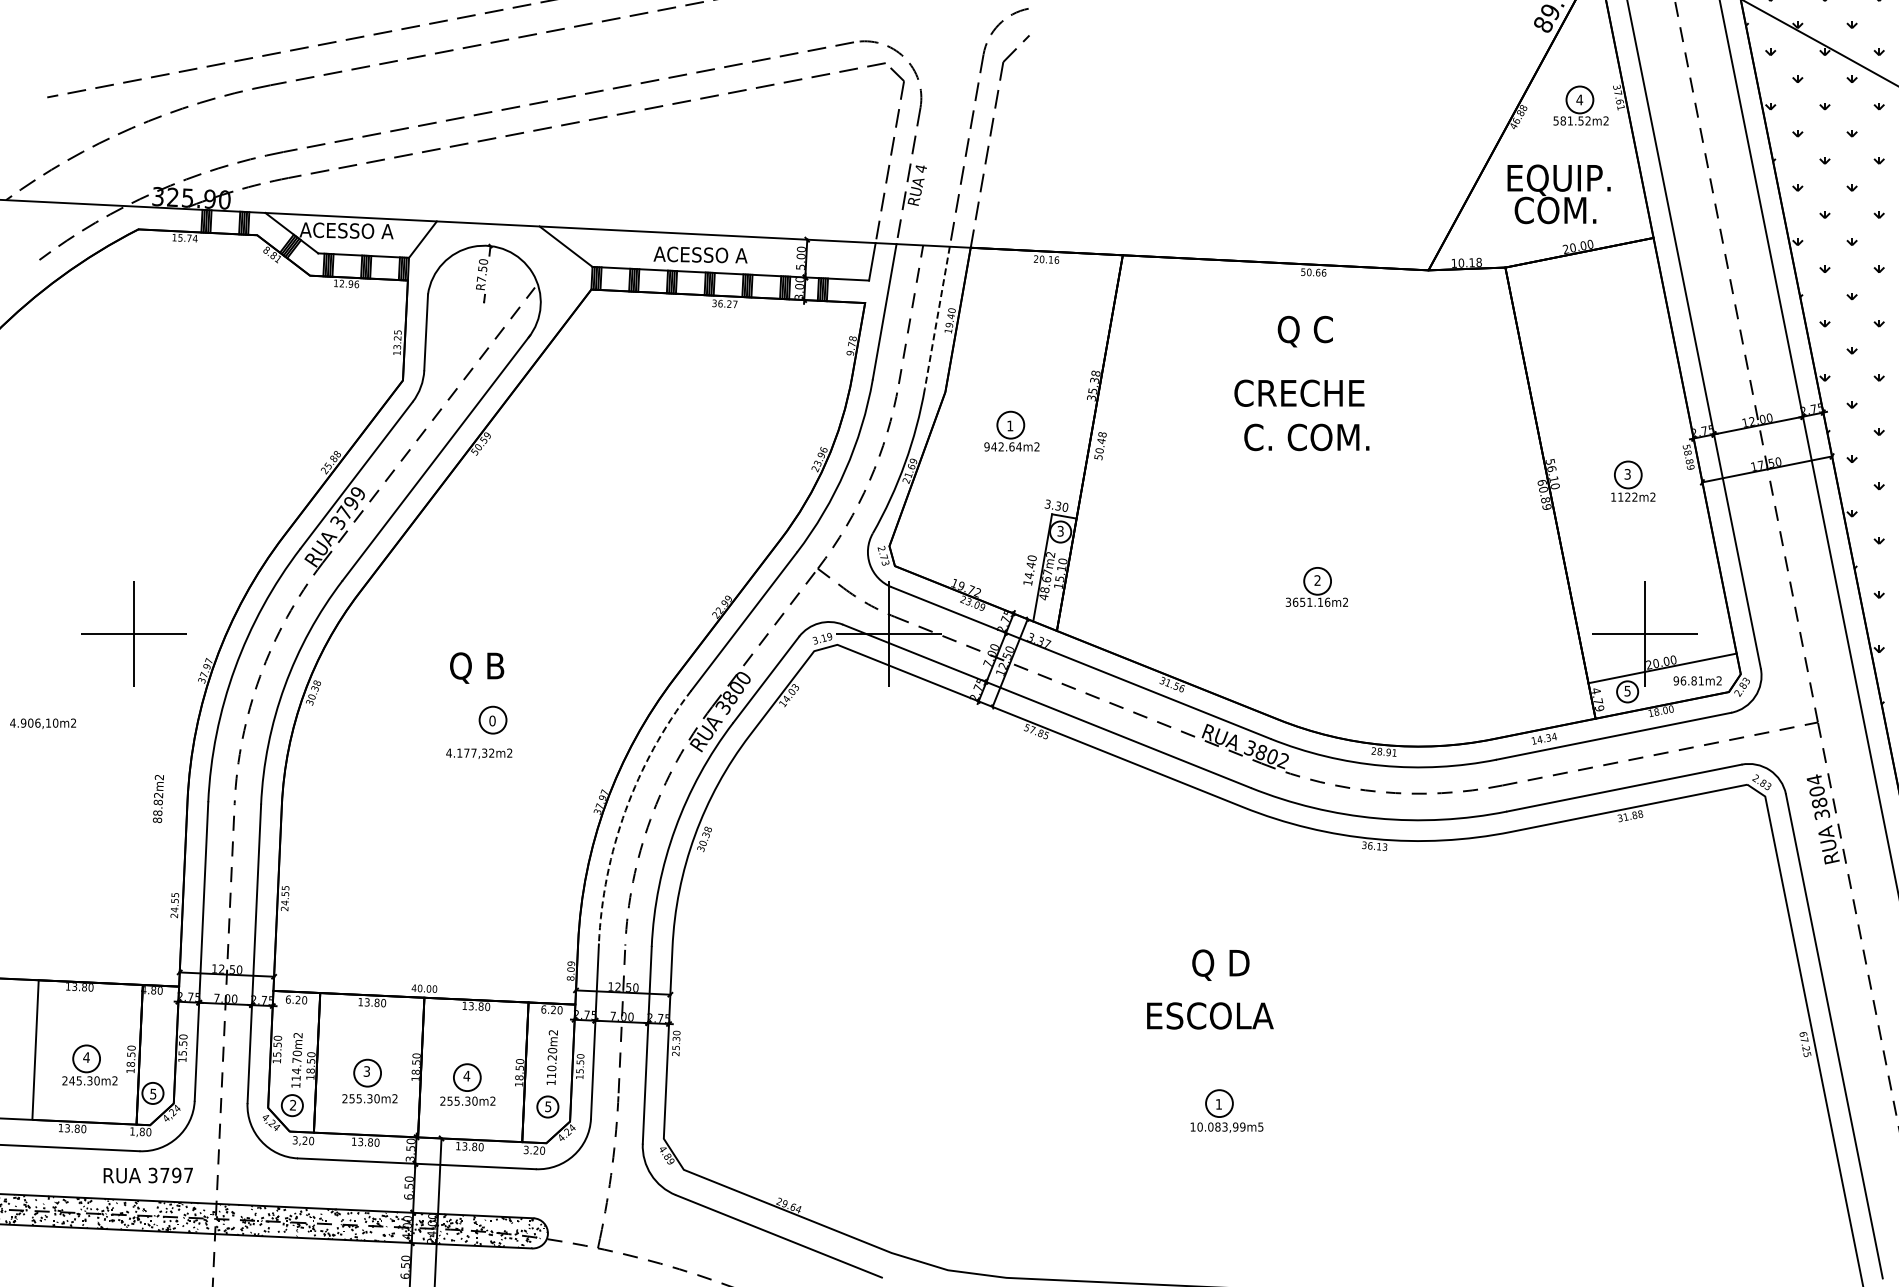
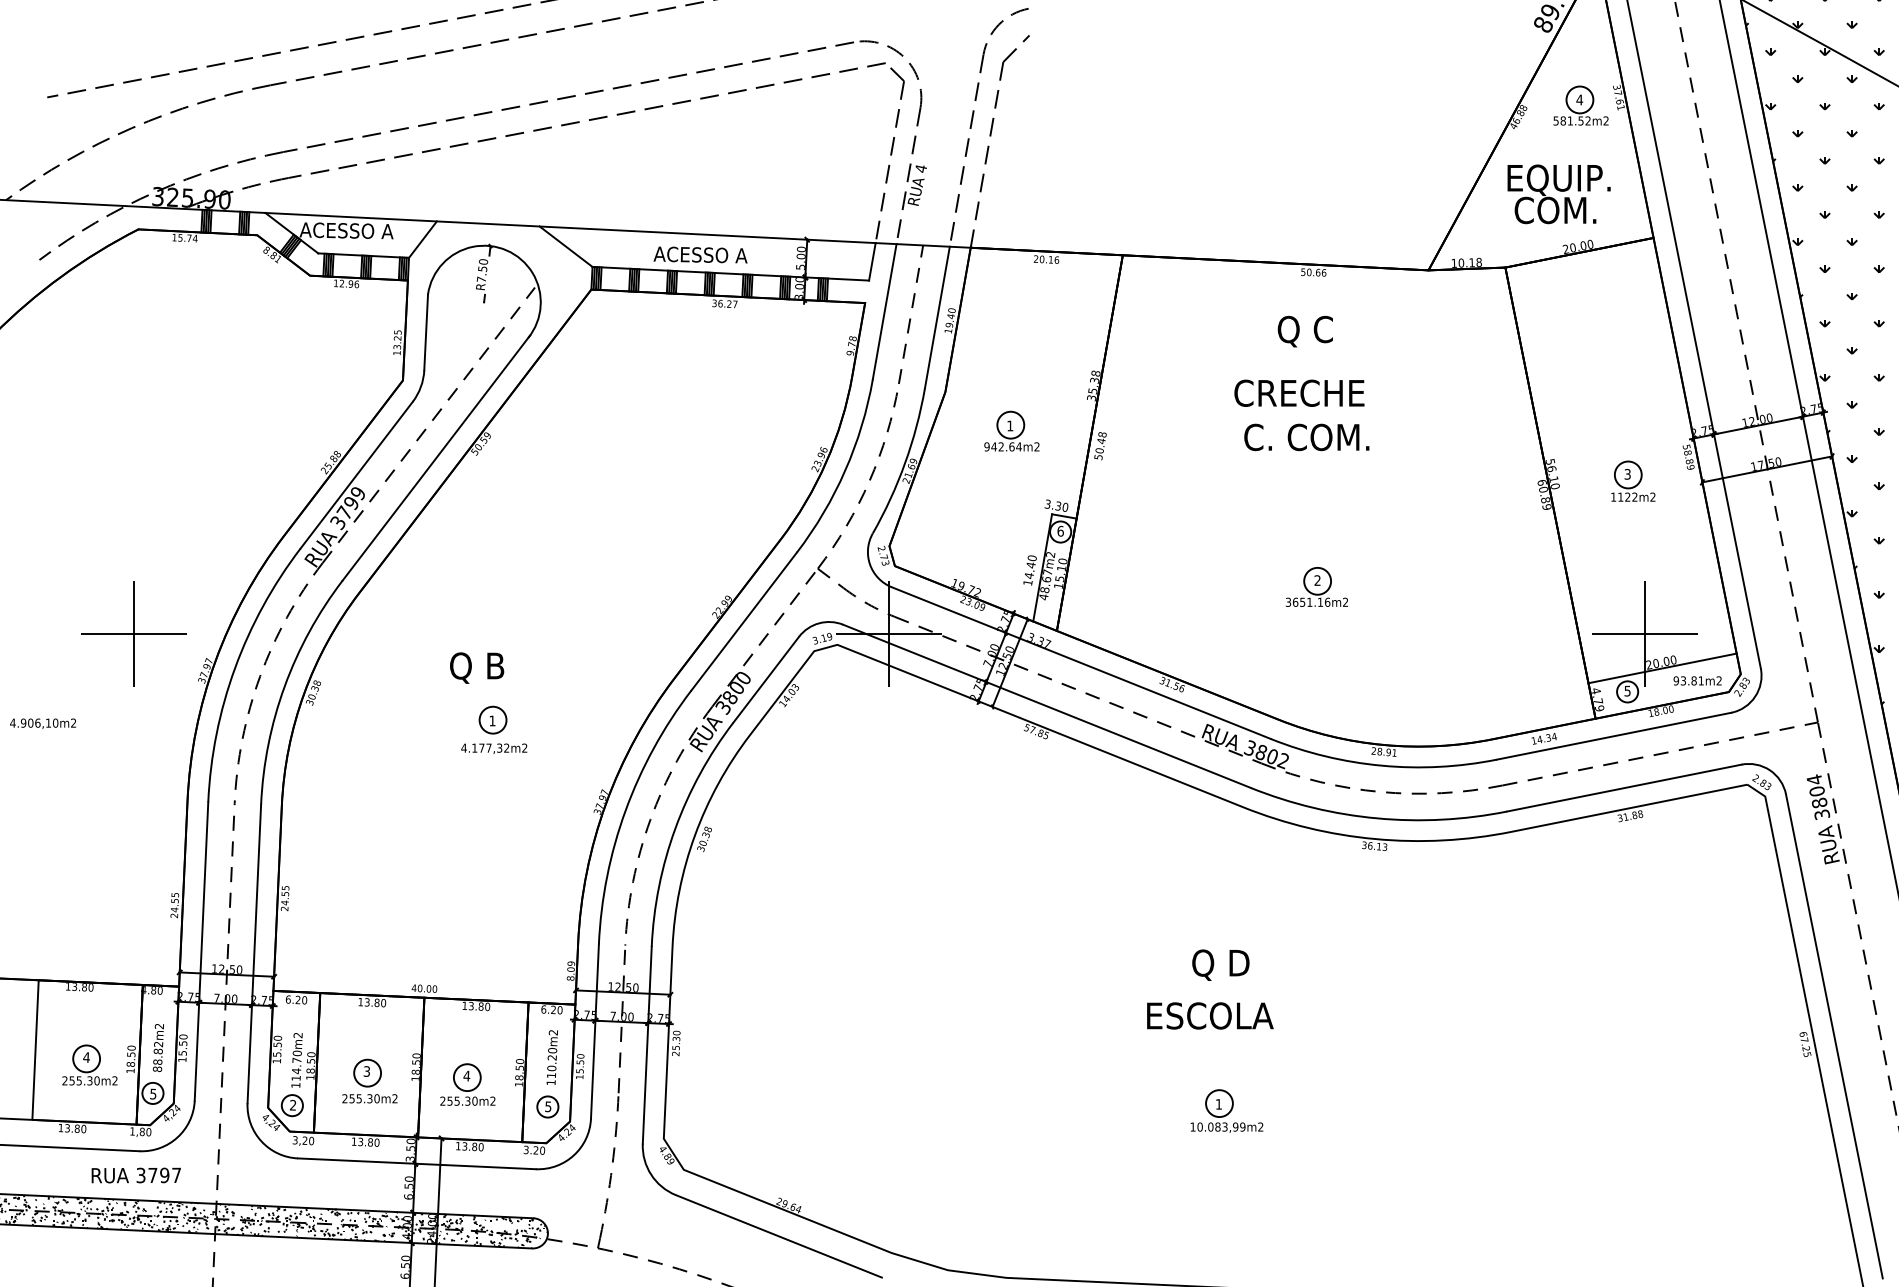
line at (937, 317): dashed -> solid
text at (1060, 530): 3 -> 6
text at (1683, 680): 96.81m2 -> 93.81m2
text at (492, 720): 0 -> 1
text at (479, 753) position: (479, 753) -> (494, 748)
text at (157, 799) position: (157, 799) -> (157, 1048)
arc at (625, 810): dashed -> solid
text at (71, 1080): 245.30m2 -> 255.30m2
text at (1260, 1126): 10.083,99m5 -> 10.083,99m2
text at (147, 1175) position: (147, 1175) -> (135, 1175)
